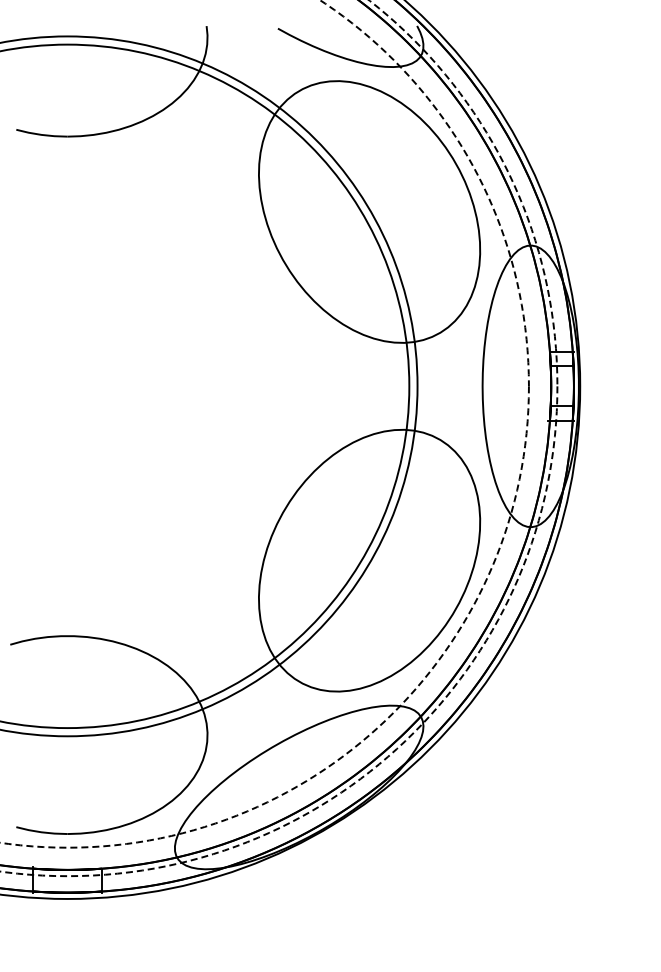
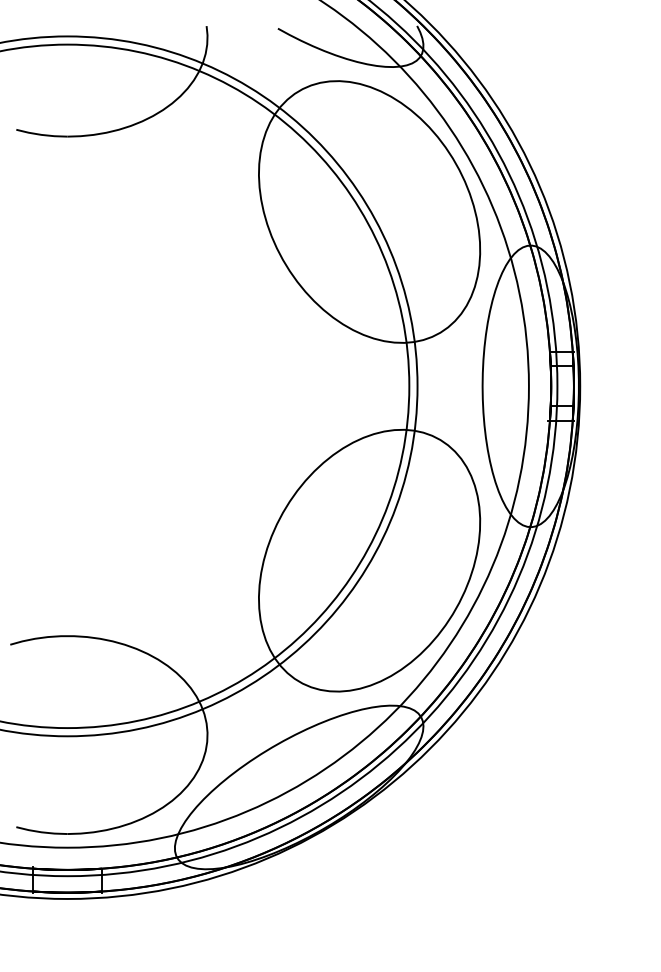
circle at (264, 423): dashed -> solid
circle at (278, 438): dashed -> solid
